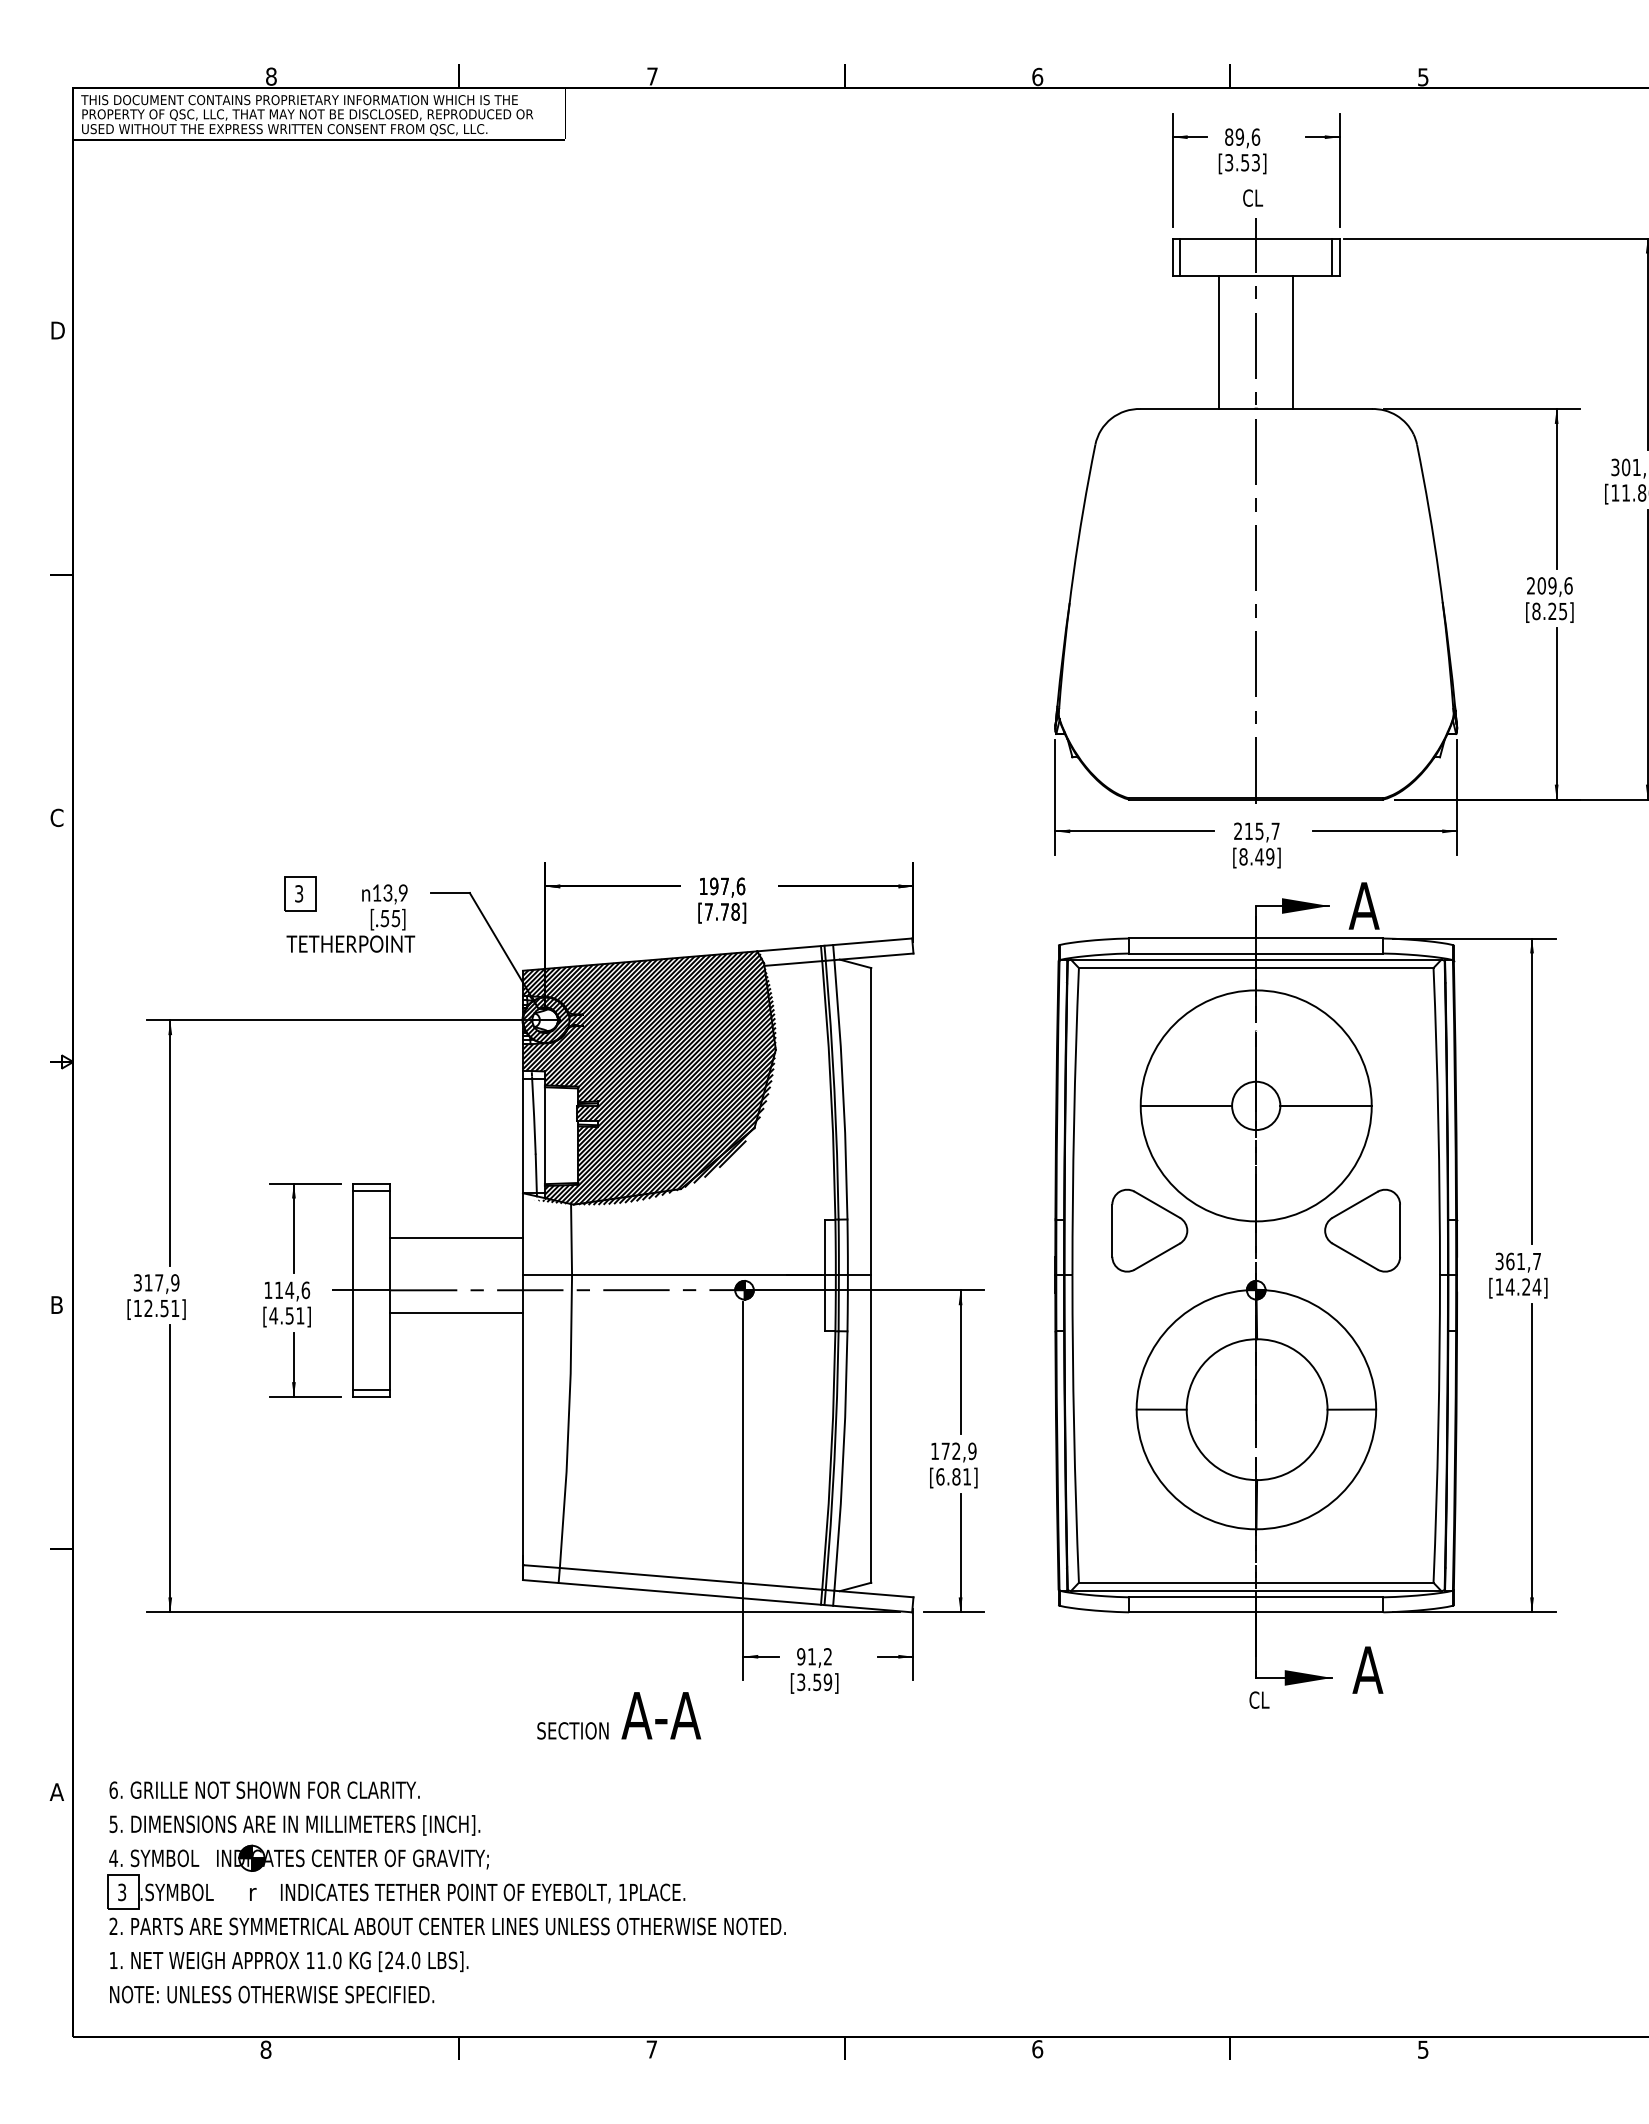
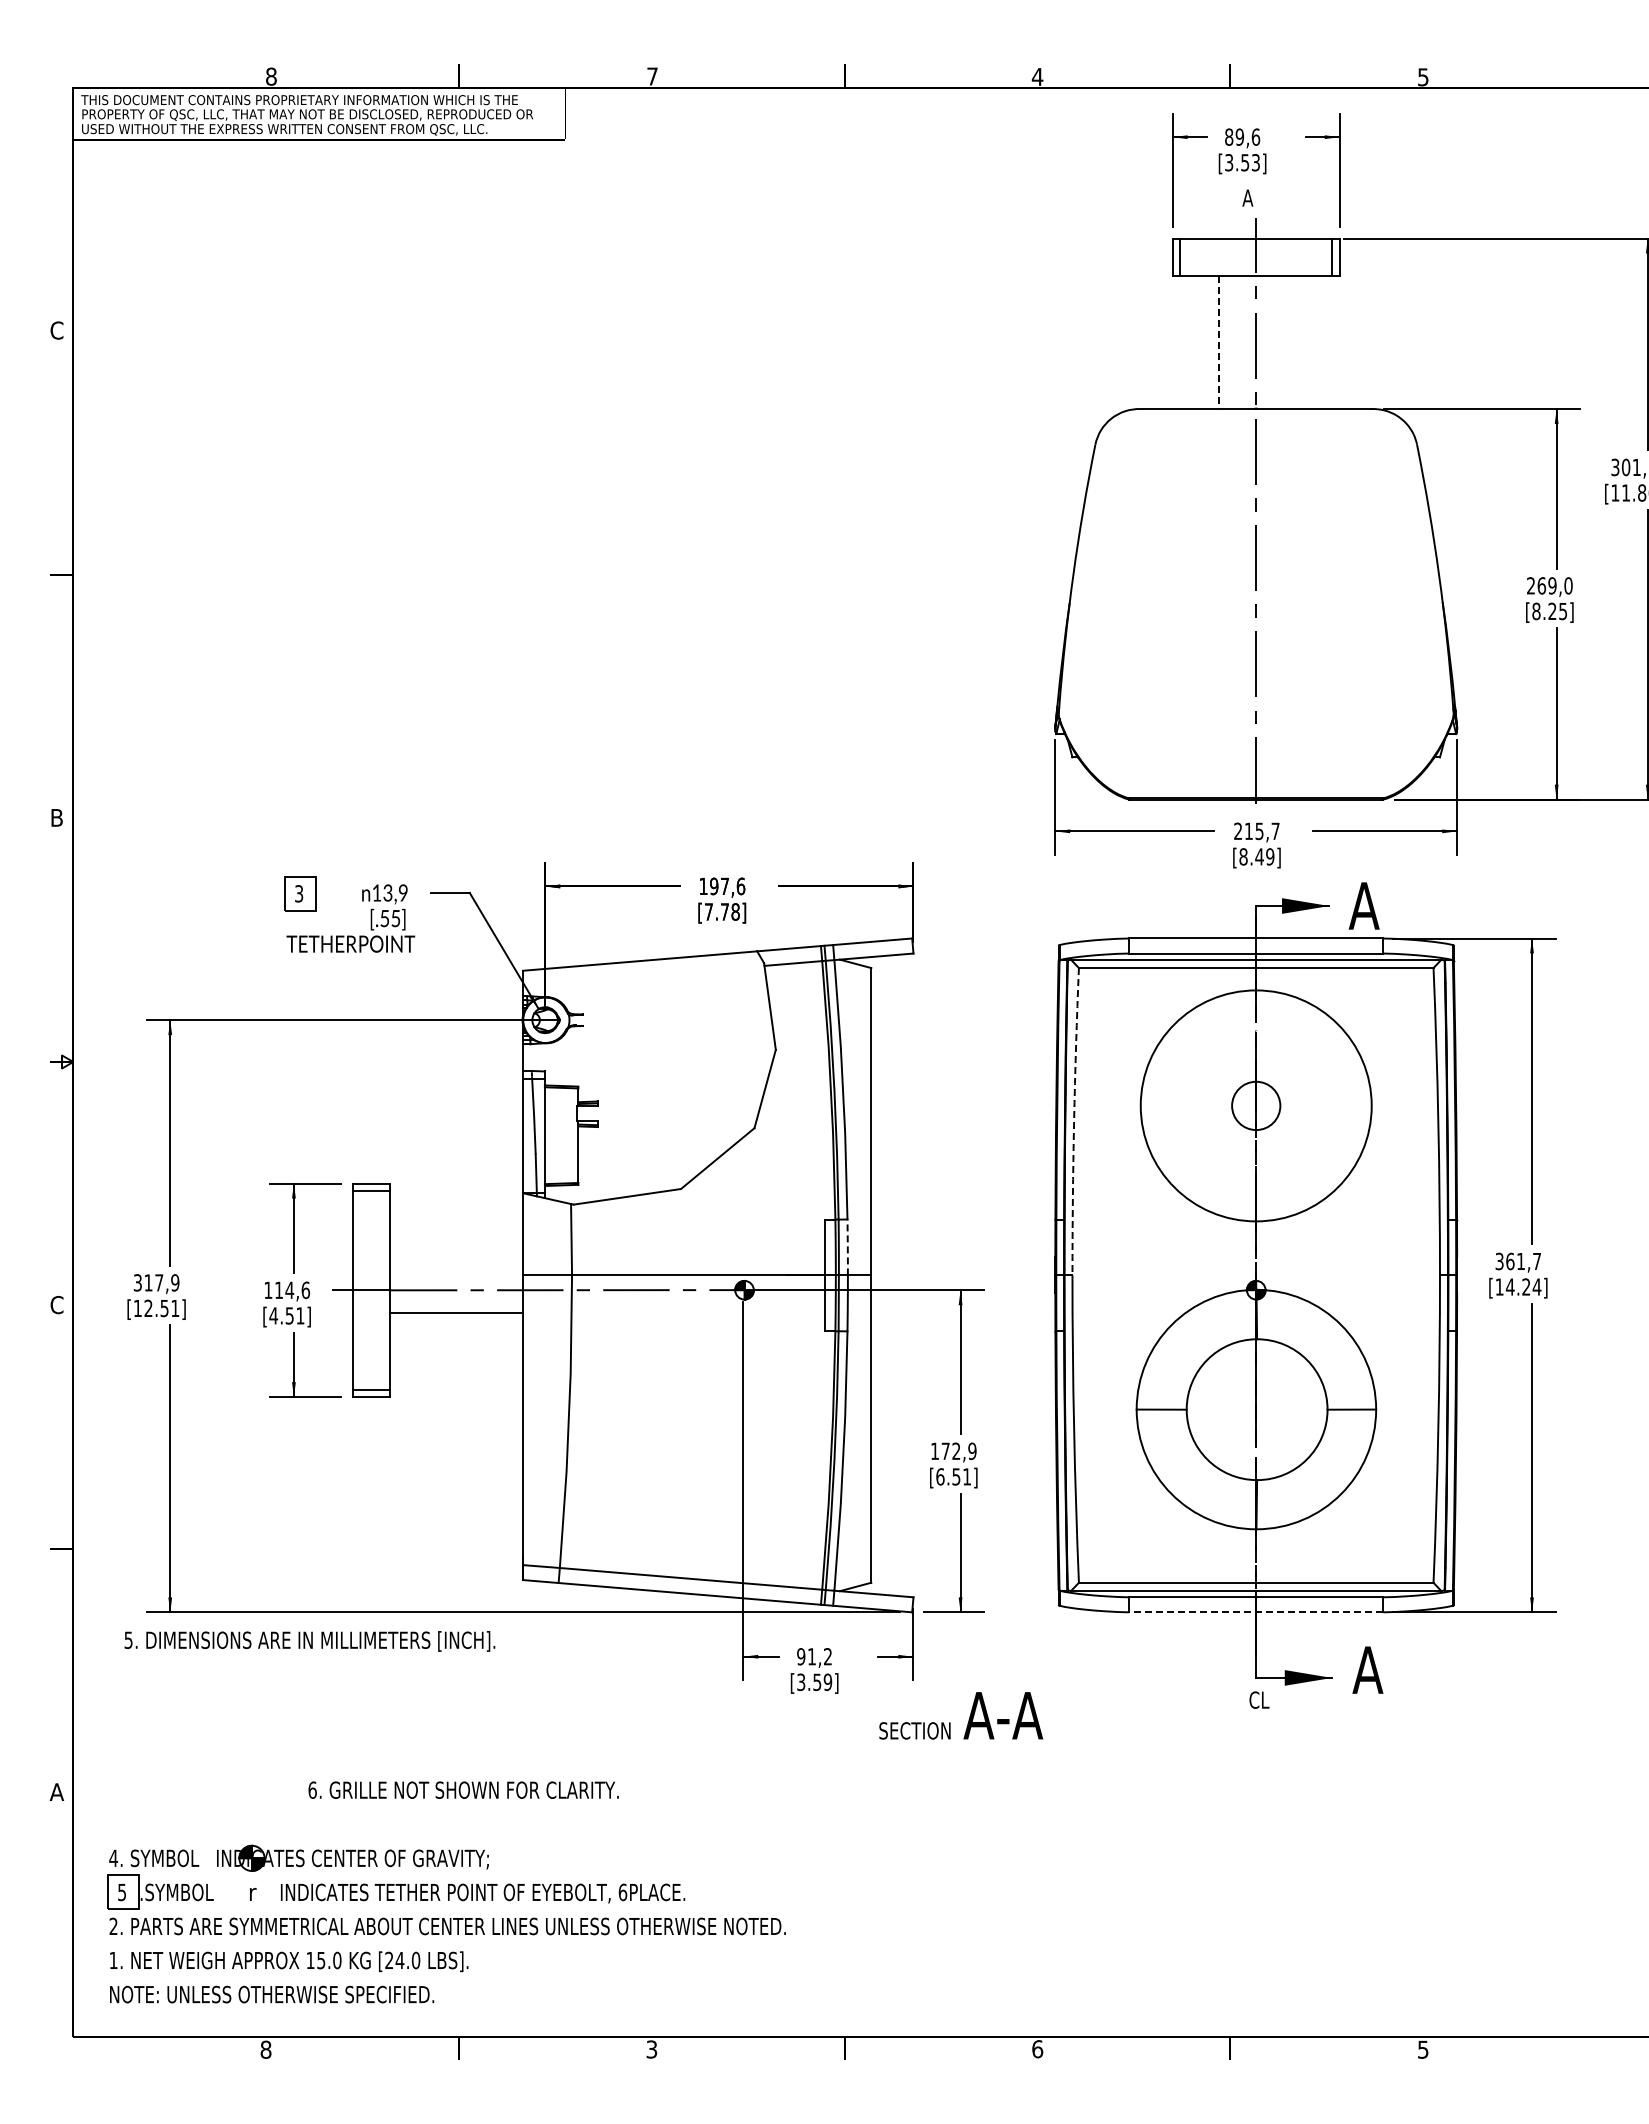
text at (1037, 76): 6 -> 4
text at (1252, 197): CL -> A
text at (57, 330): D -> C
line at (1218, 342): solid -> dashed
line at (1293, 342): present -> none
text at (1554, 585): 209,6 -> 269,0
text at (56, 817): C -> B
hatch at (649, 1078): present -> none
line at (1186, 1105): present -> none
line at (1325, 1105): present -> none
arc at (1074, 1121): solid -> dashed
part at (1149, 1230): present -> none
part at (1362, 1230): present -> none
line at (455, 1238): present -> none
line at (847, 1246): solid -> dashed
text at (56, 1304): B -> C
text at (956, 1476): [6.81] -> [6.51]
line at (1255, 1612): solid -> dashed
text at (619, 1715) position: (619, 1715) -> (961, 1715)
text at (264, 1789) position: (264, 1789) -> (463, 1789)
text at (294, 1825) position: (294, 1825) -> (309, 1641)
text at (122, 1891): 3 -> 5
text at (622, 1892): 1PLACE. -> 6PLACE.
text at (321, 1960): 11.0 -> 15.0
text at (651, 2049): 7 -> 3
